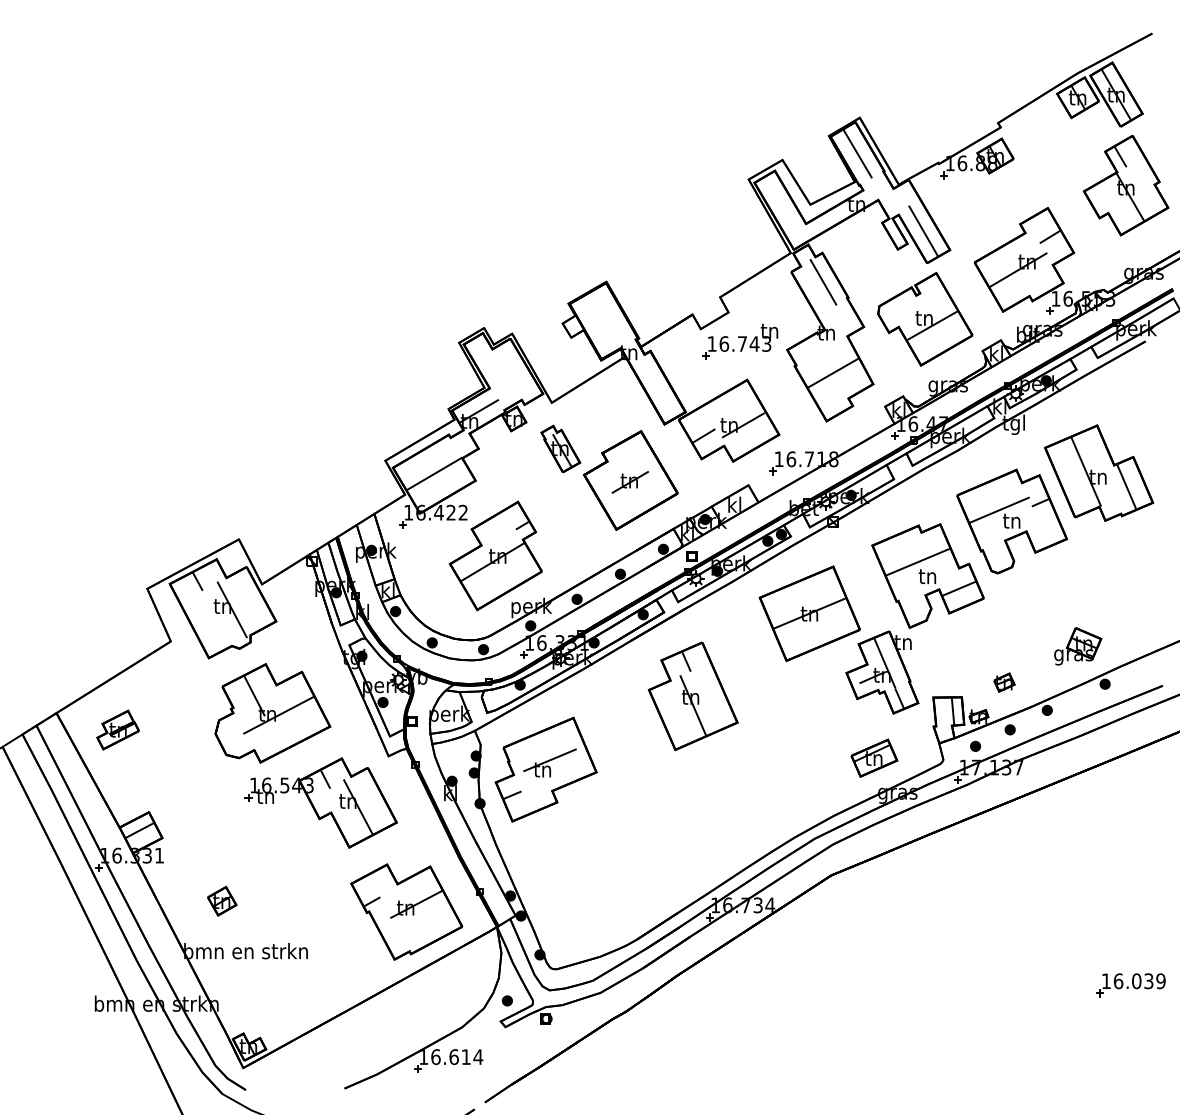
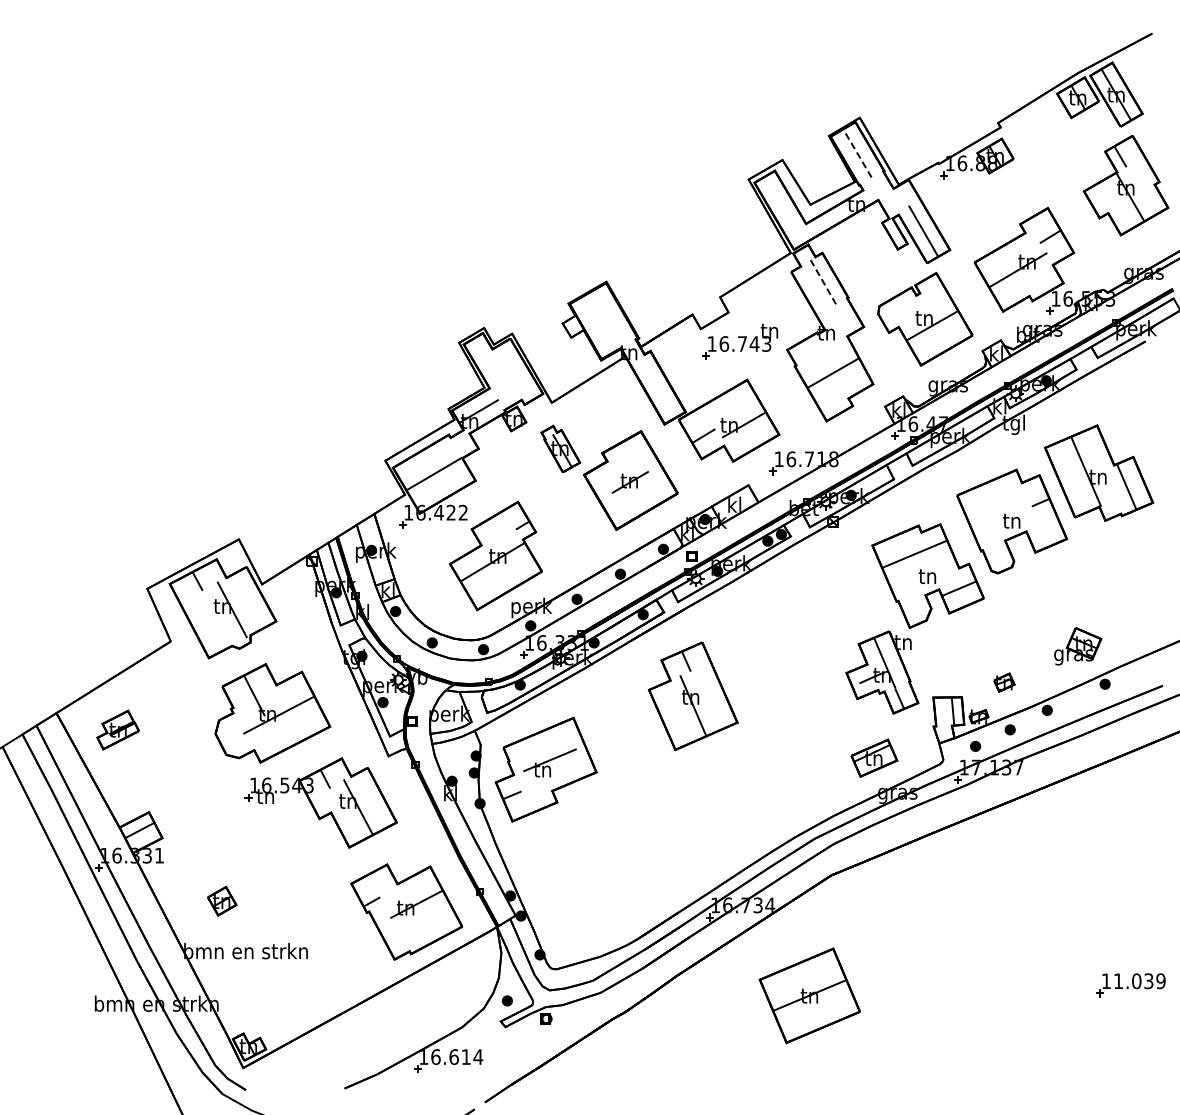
line at (857, 153): solid -> dashed
line at (823, 282): solid -> dashed
line at (998, 509): present -> none
line at (917, 561) position: (917, 561) -> (914, 553)
part at (809, 613) position: (809, 613) -> (809, 995)
text at (1118, 981): 16.039 -> 11.039
